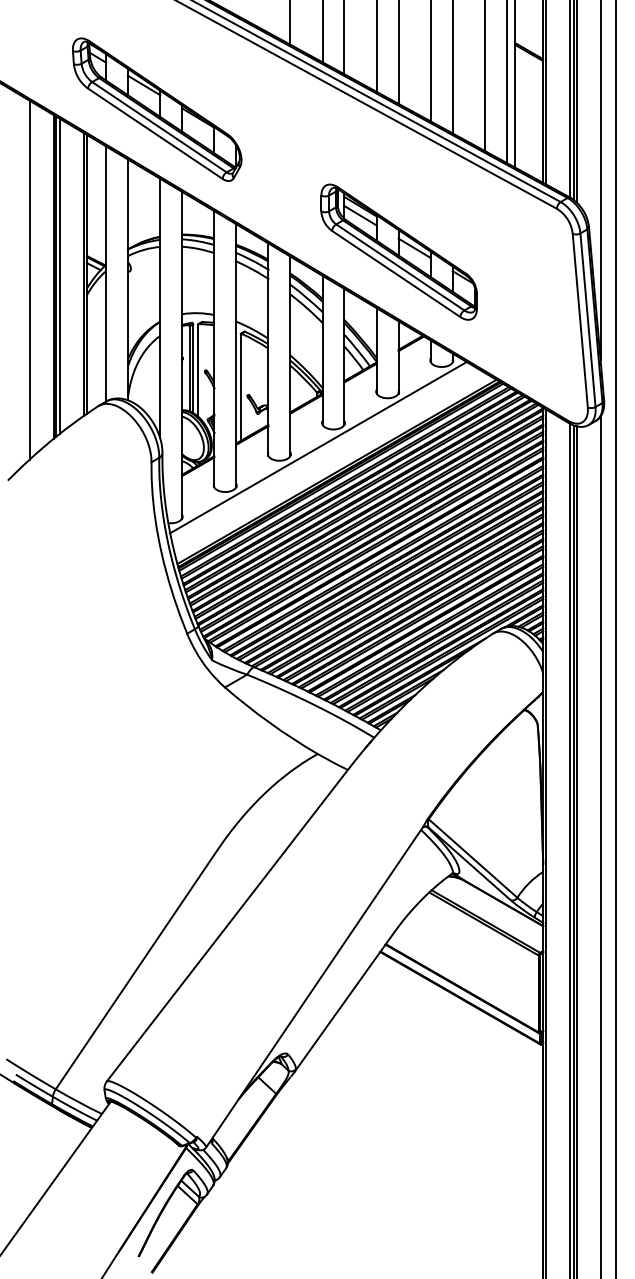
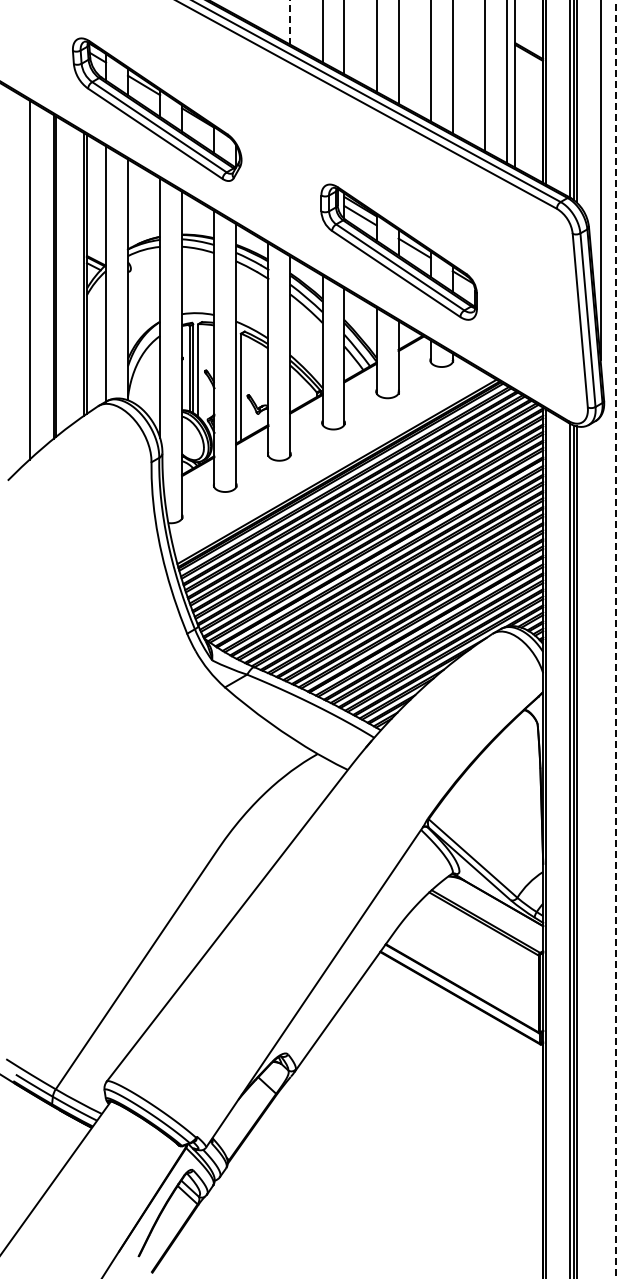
line at (290, 22): solid -> dashed
line at (59, 275): present -> none
line at (318, 447): present -> none
line at (616, 639): solid -> dashed
line at (600, 845): present -> none
